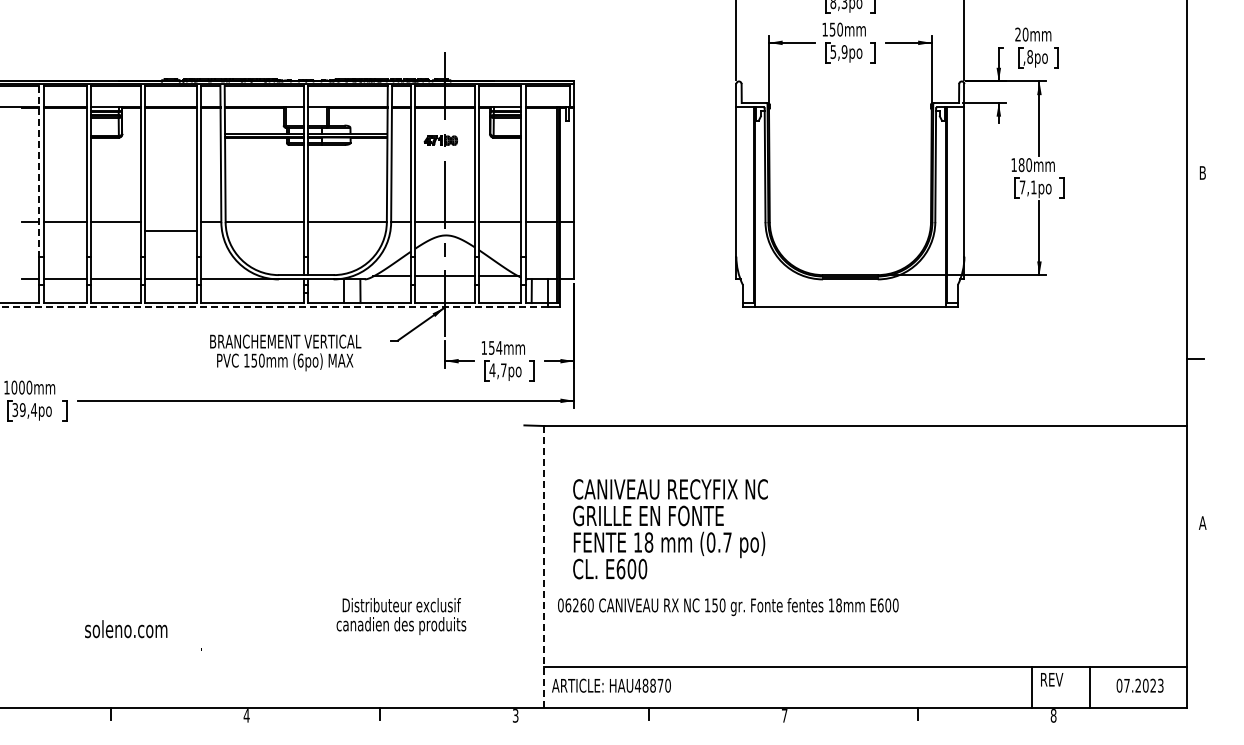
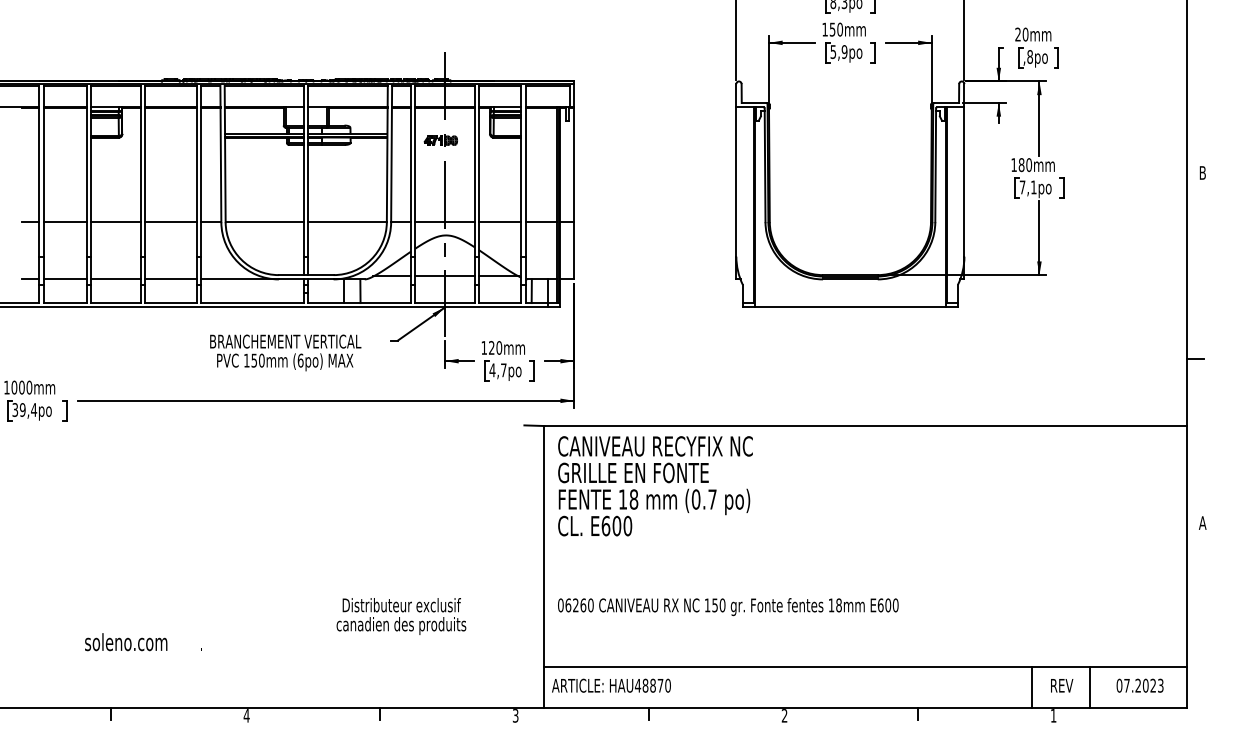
line at (39, 171): dashed -> solid
line at (170, 231) position: (170, 231) -> (170, 222)
line at (273, 307): dashed -> solid
text at (495, 347): 154mm -> 120mm
text at (670, 529) position: (670, 529) -> (655, 486)
line at (544, 567): dashed -> solid
text at (126, 629) position: (126, 629) -> (126, 642)
text at (1052, 679) position: (1052, 679) -> (1062, 685)
text at (784, 715): 7 -> 2
text at (1053, 715): 8 -> 1
